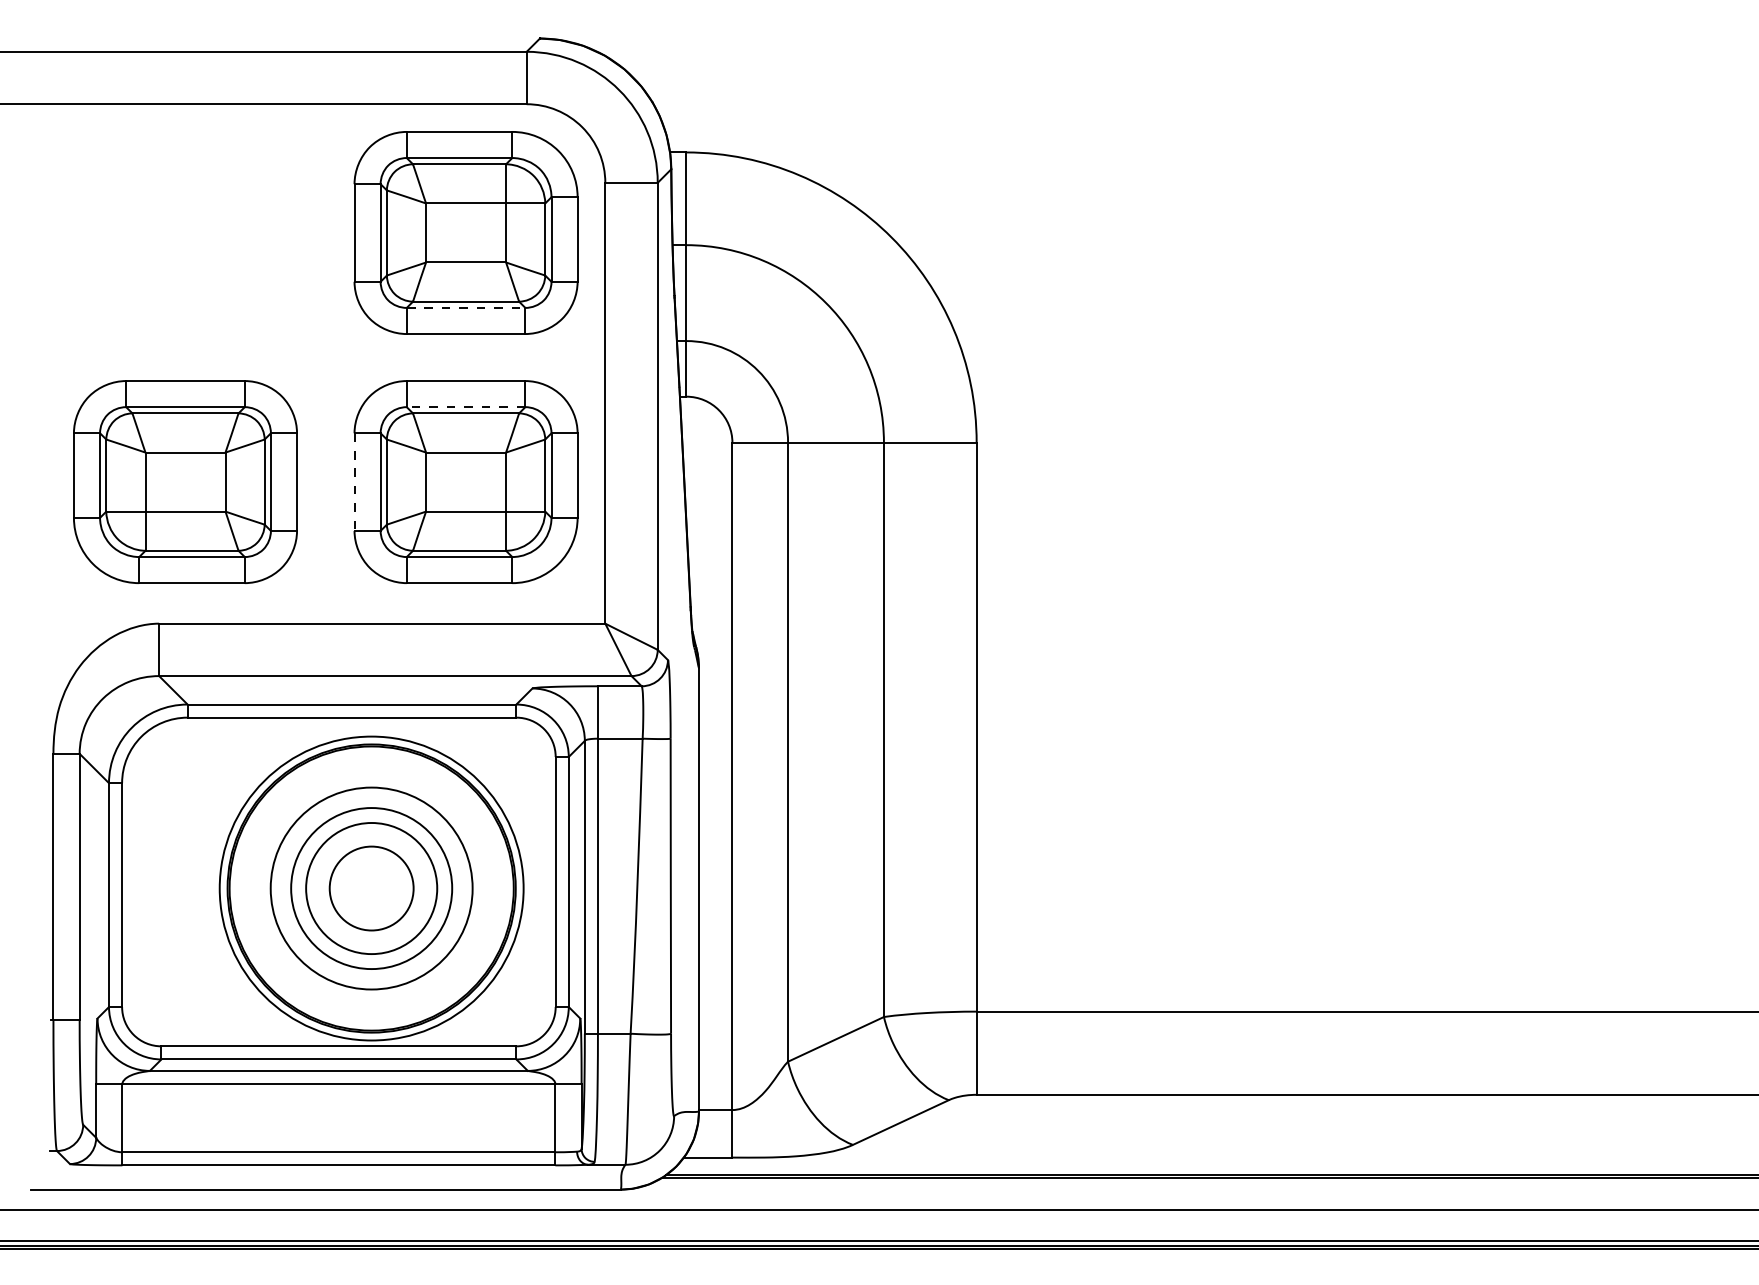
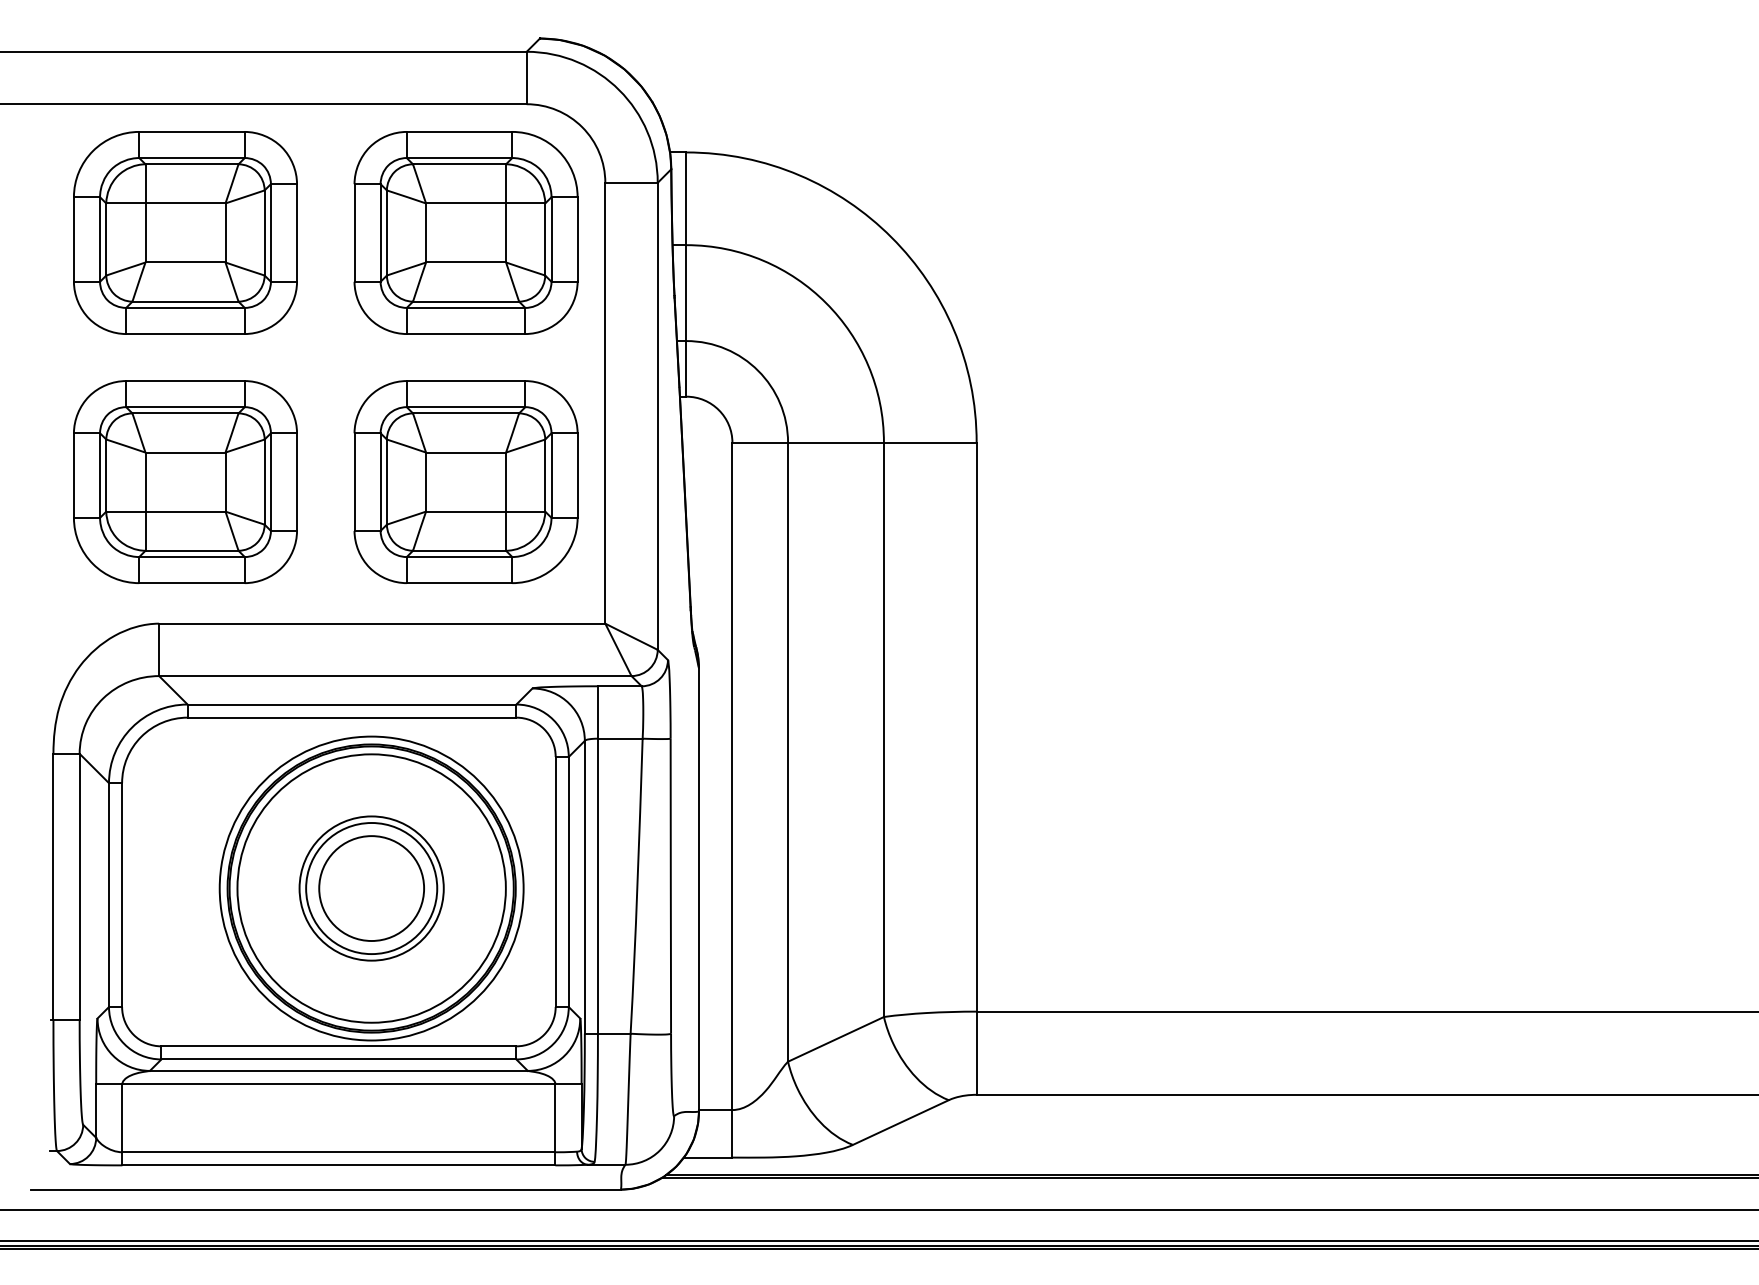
part at (185, 232): none -> present
line at (466, 307): dashed -> solid
line at (465, 407): dashed -> solid
line at (354, 482): dashed -> solid
circle at (371, 888) diameter: 161 px -> 268 px
circle at (371, 888) diameter: 202 px -> 144 px
circle at (371, 888) diameter: 84 px -> 105 px
